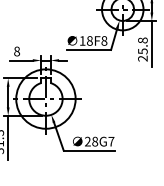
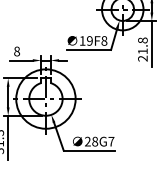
text at (89, 40): 18F8 -> 19F8
text at (142, 51): 25.8 -> 21.8
